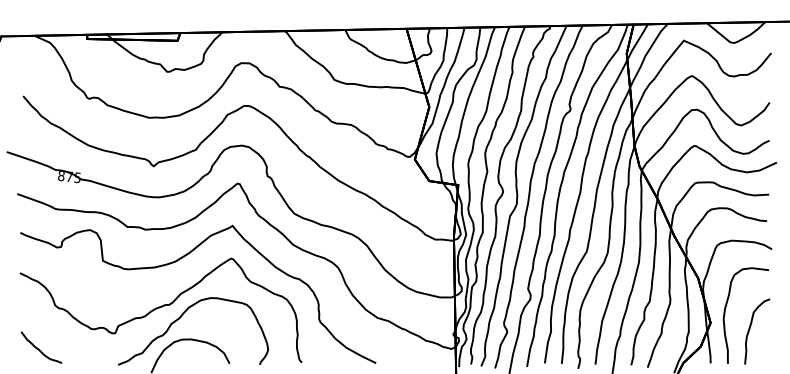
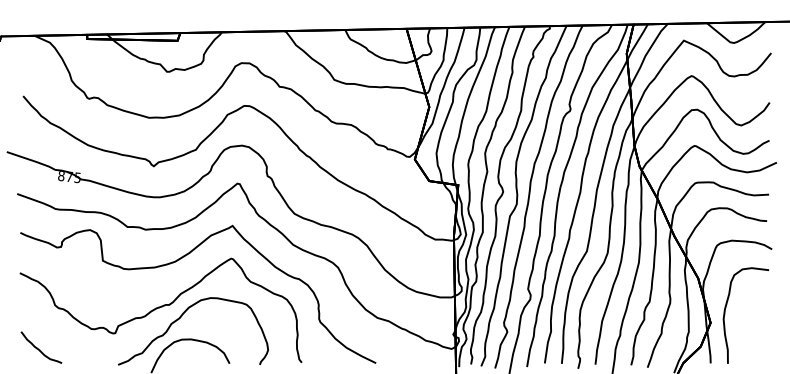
part at (750, 329): present -> none
